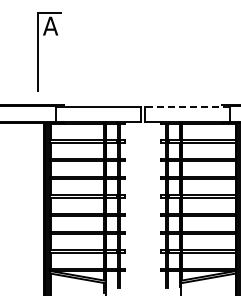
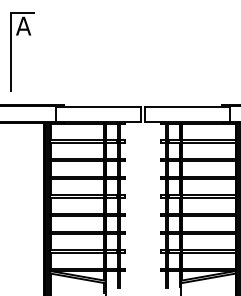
part at (38, 51) position: (38, 51) -> (11, 51)
line at (187, 106): dashed -> solid
